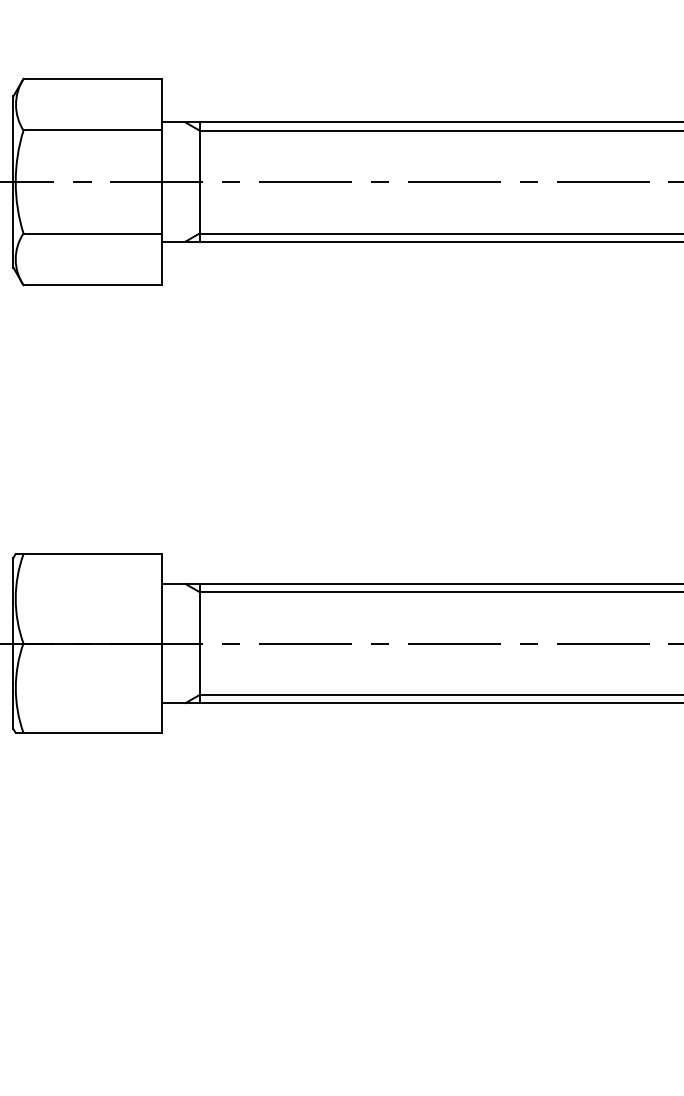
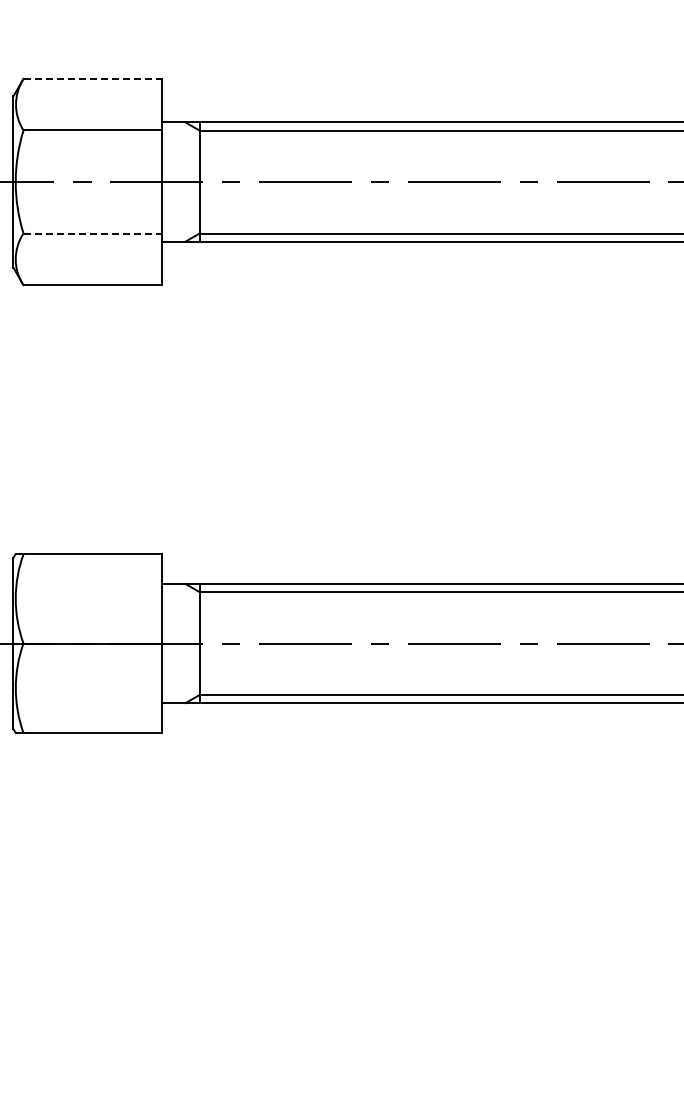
line at (93, 78): solid -> dashed
line at (93, 233): solid -> dashed
